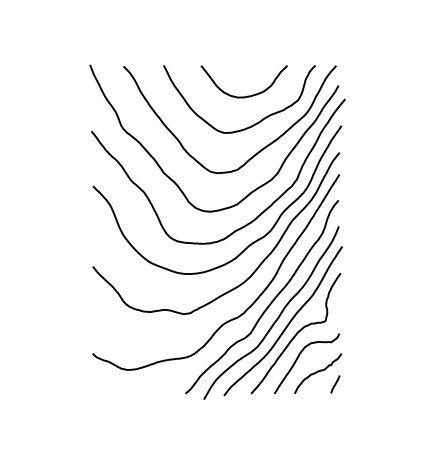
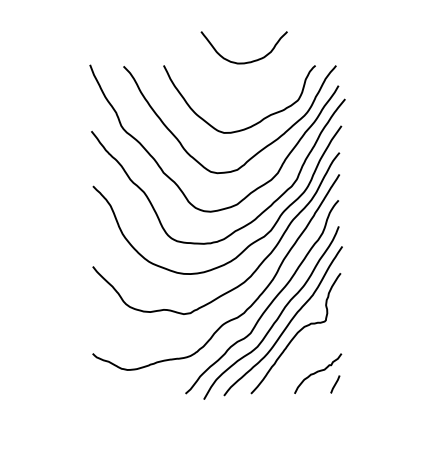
curve at (247, 95) position: (247, 95) -> (247, 61)
curve at (298, 358): present -> none
